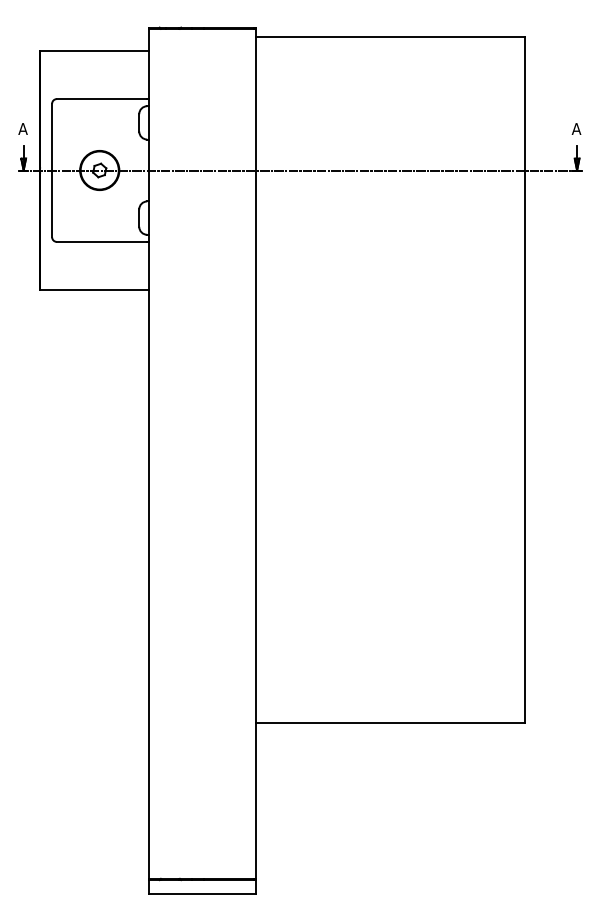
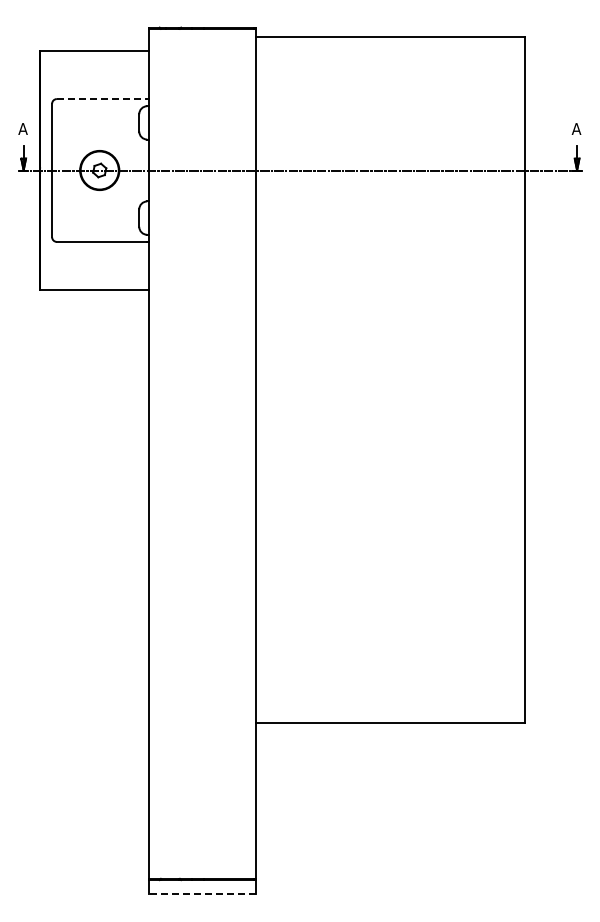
line at (102, 99): solid -> dashed
line at (202, 894): solid -> dashed
